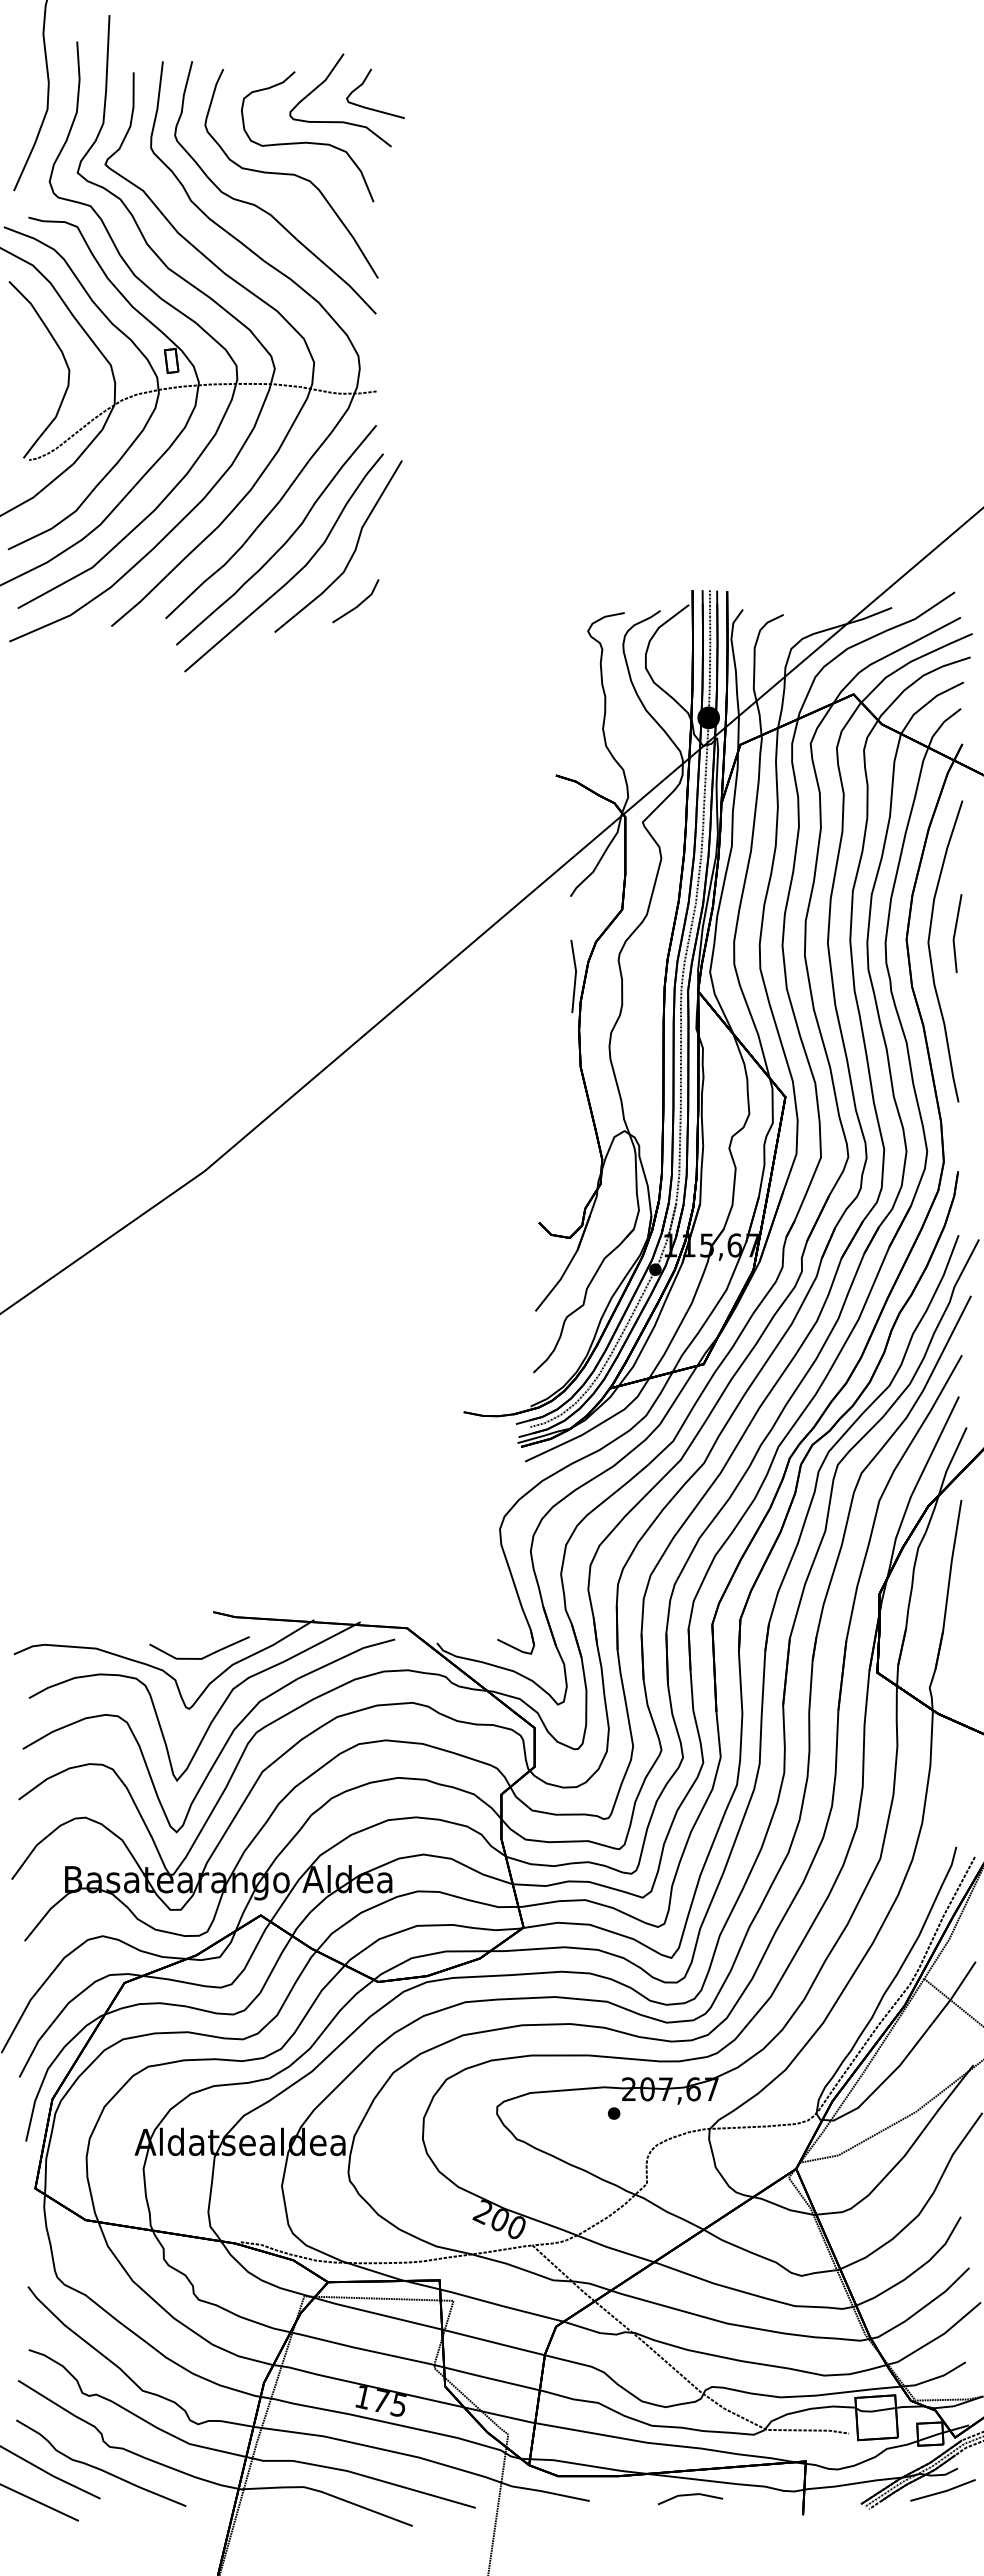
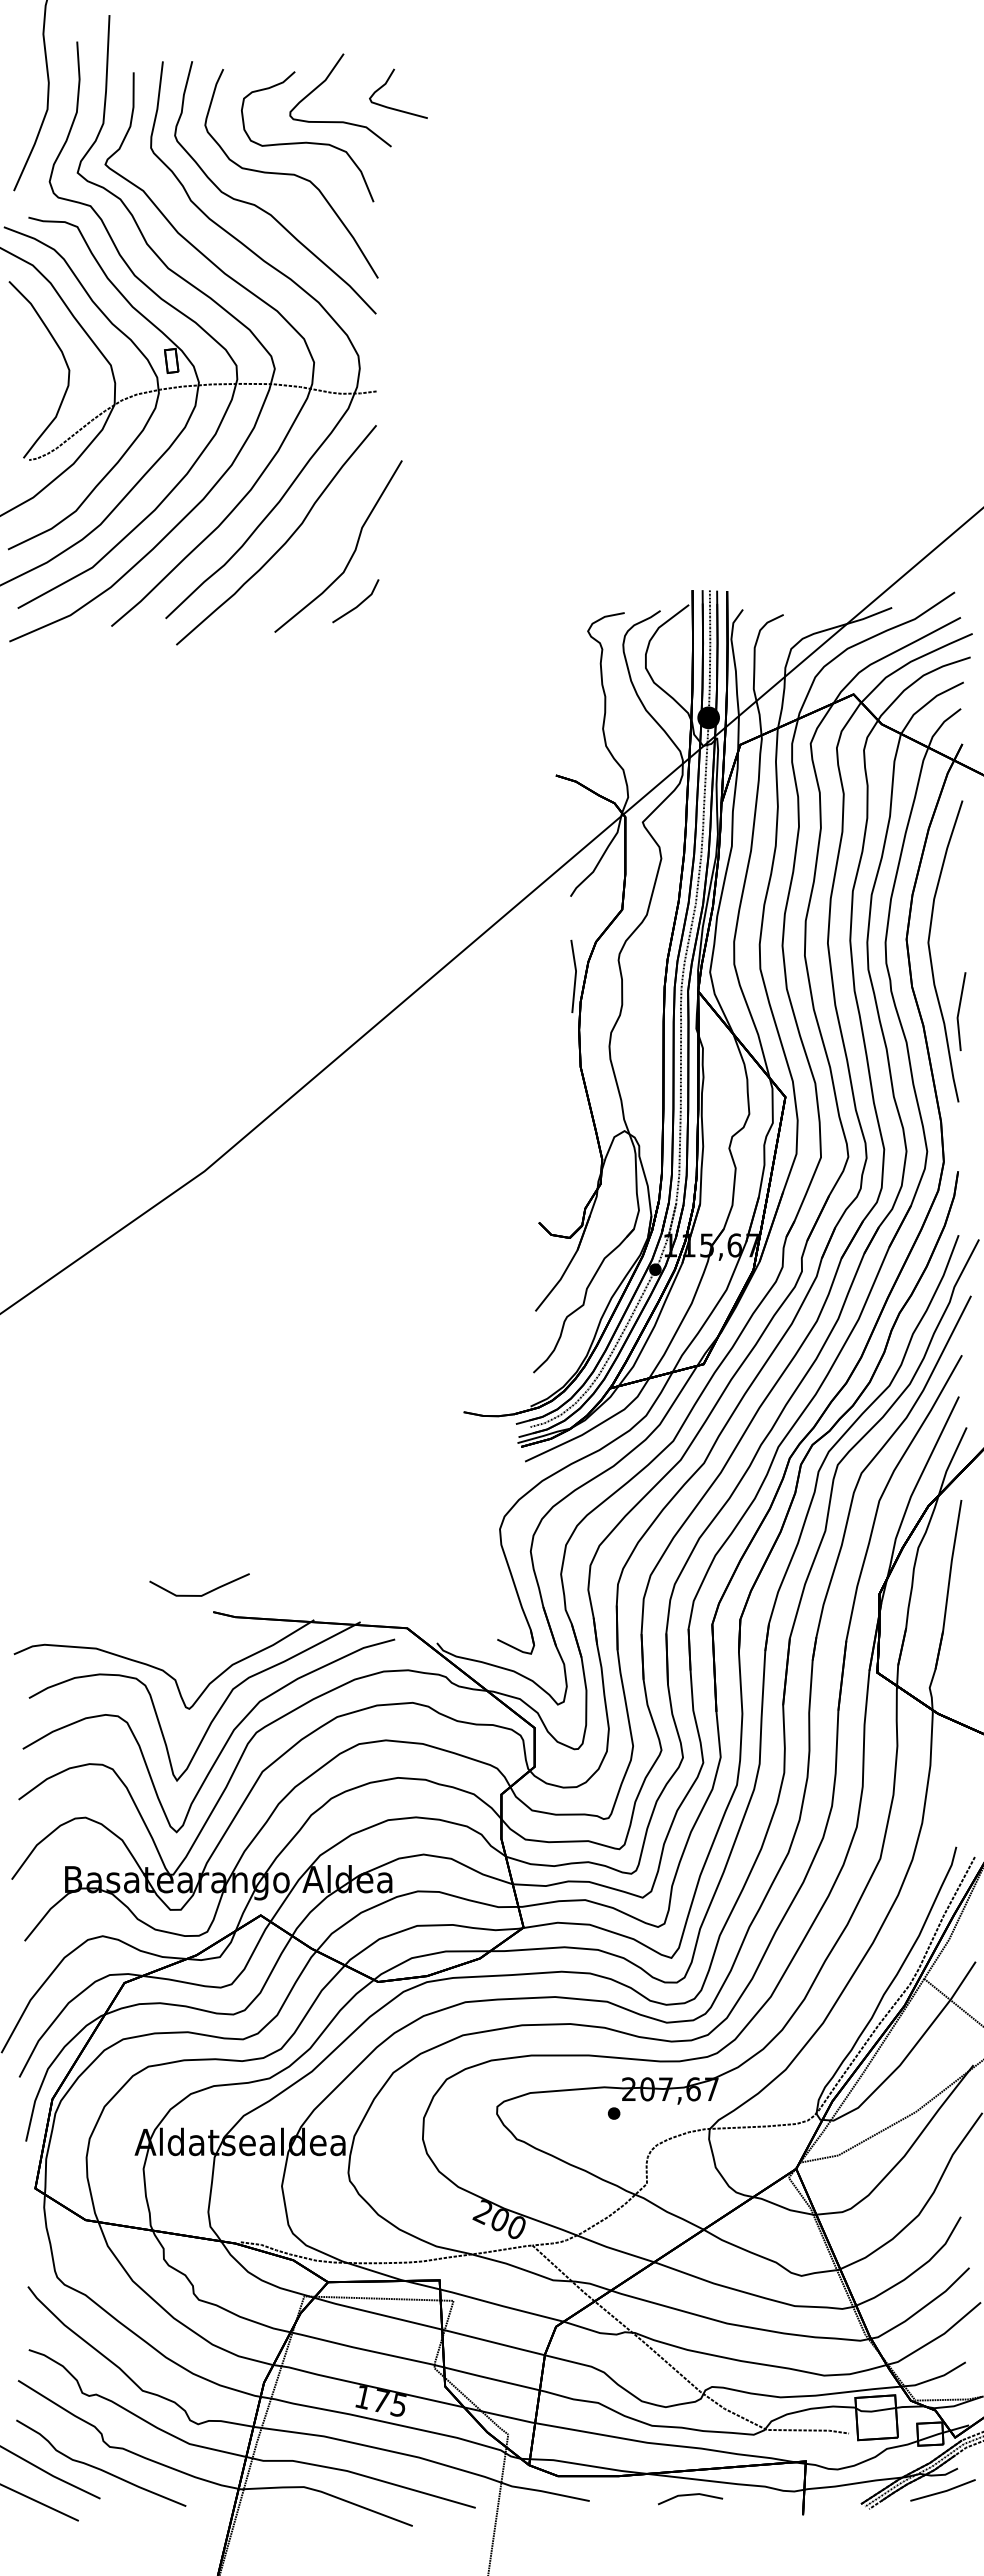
curve at (363, 84) position: (363, 84) -> (386, 84)
curve at (295, 573): present -> none
part at (957, 933) position: (957, 933) -> (961, 1011)
part at (201, 1657) position: (201, 1657) -> (201, 1594)
